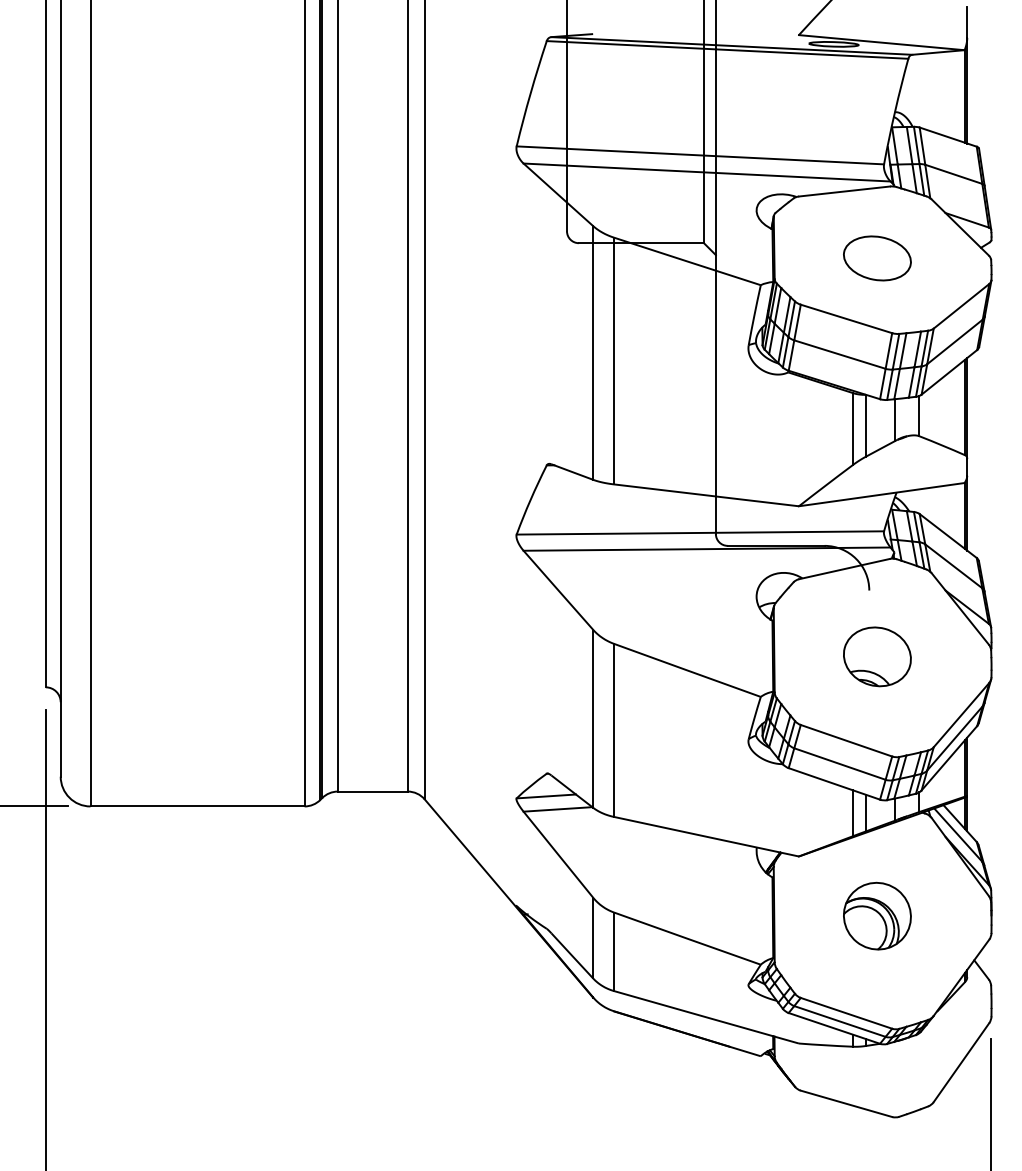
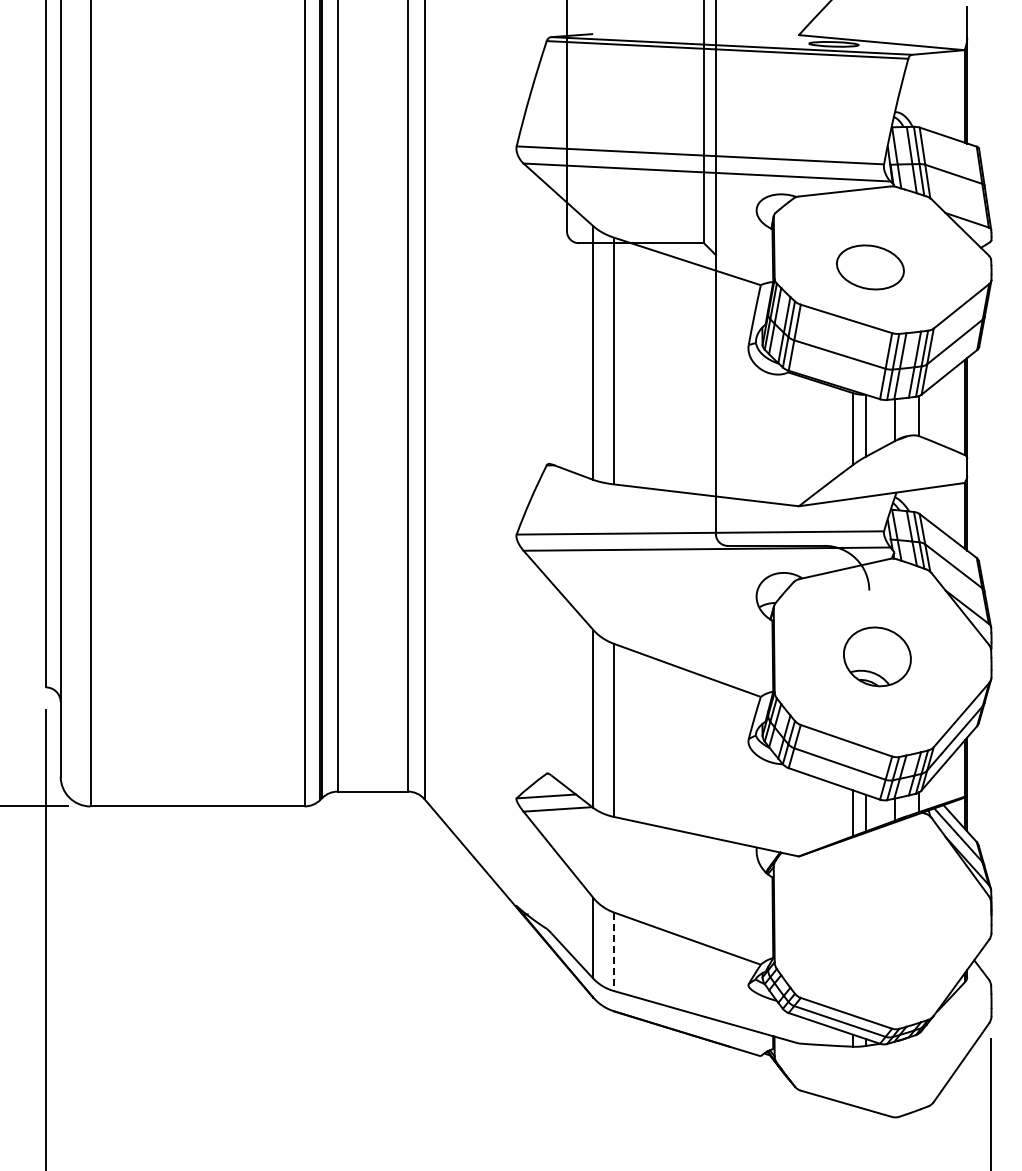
part at (877, 258) position: (877, 258) -> (870, 267)
part at (877, 915): present -> none
line at (614, 952): solid -> dashed
